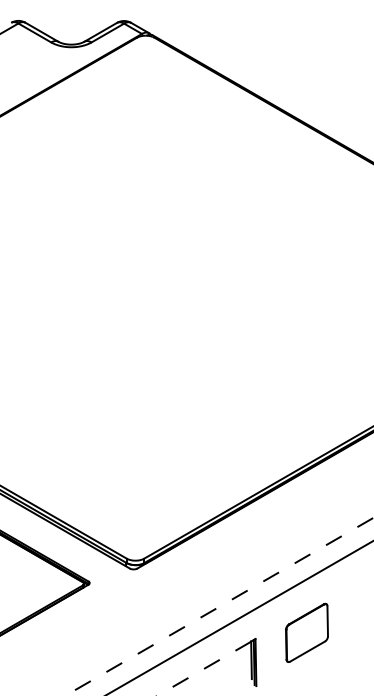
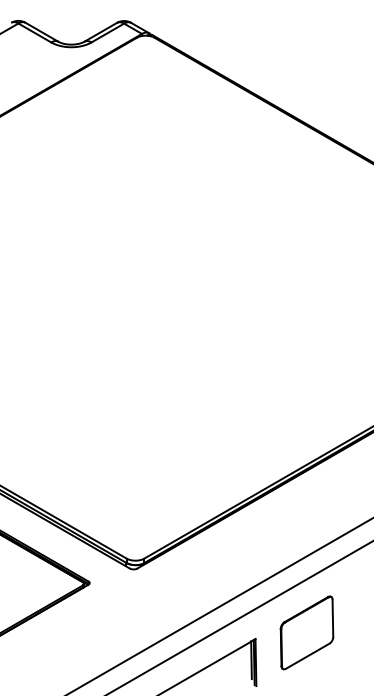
line at (219, 606): dashed -> solid
part at (306, 632) size: 44x61 px -> 56x76 px
line at (204, 668): dashed -> solid
